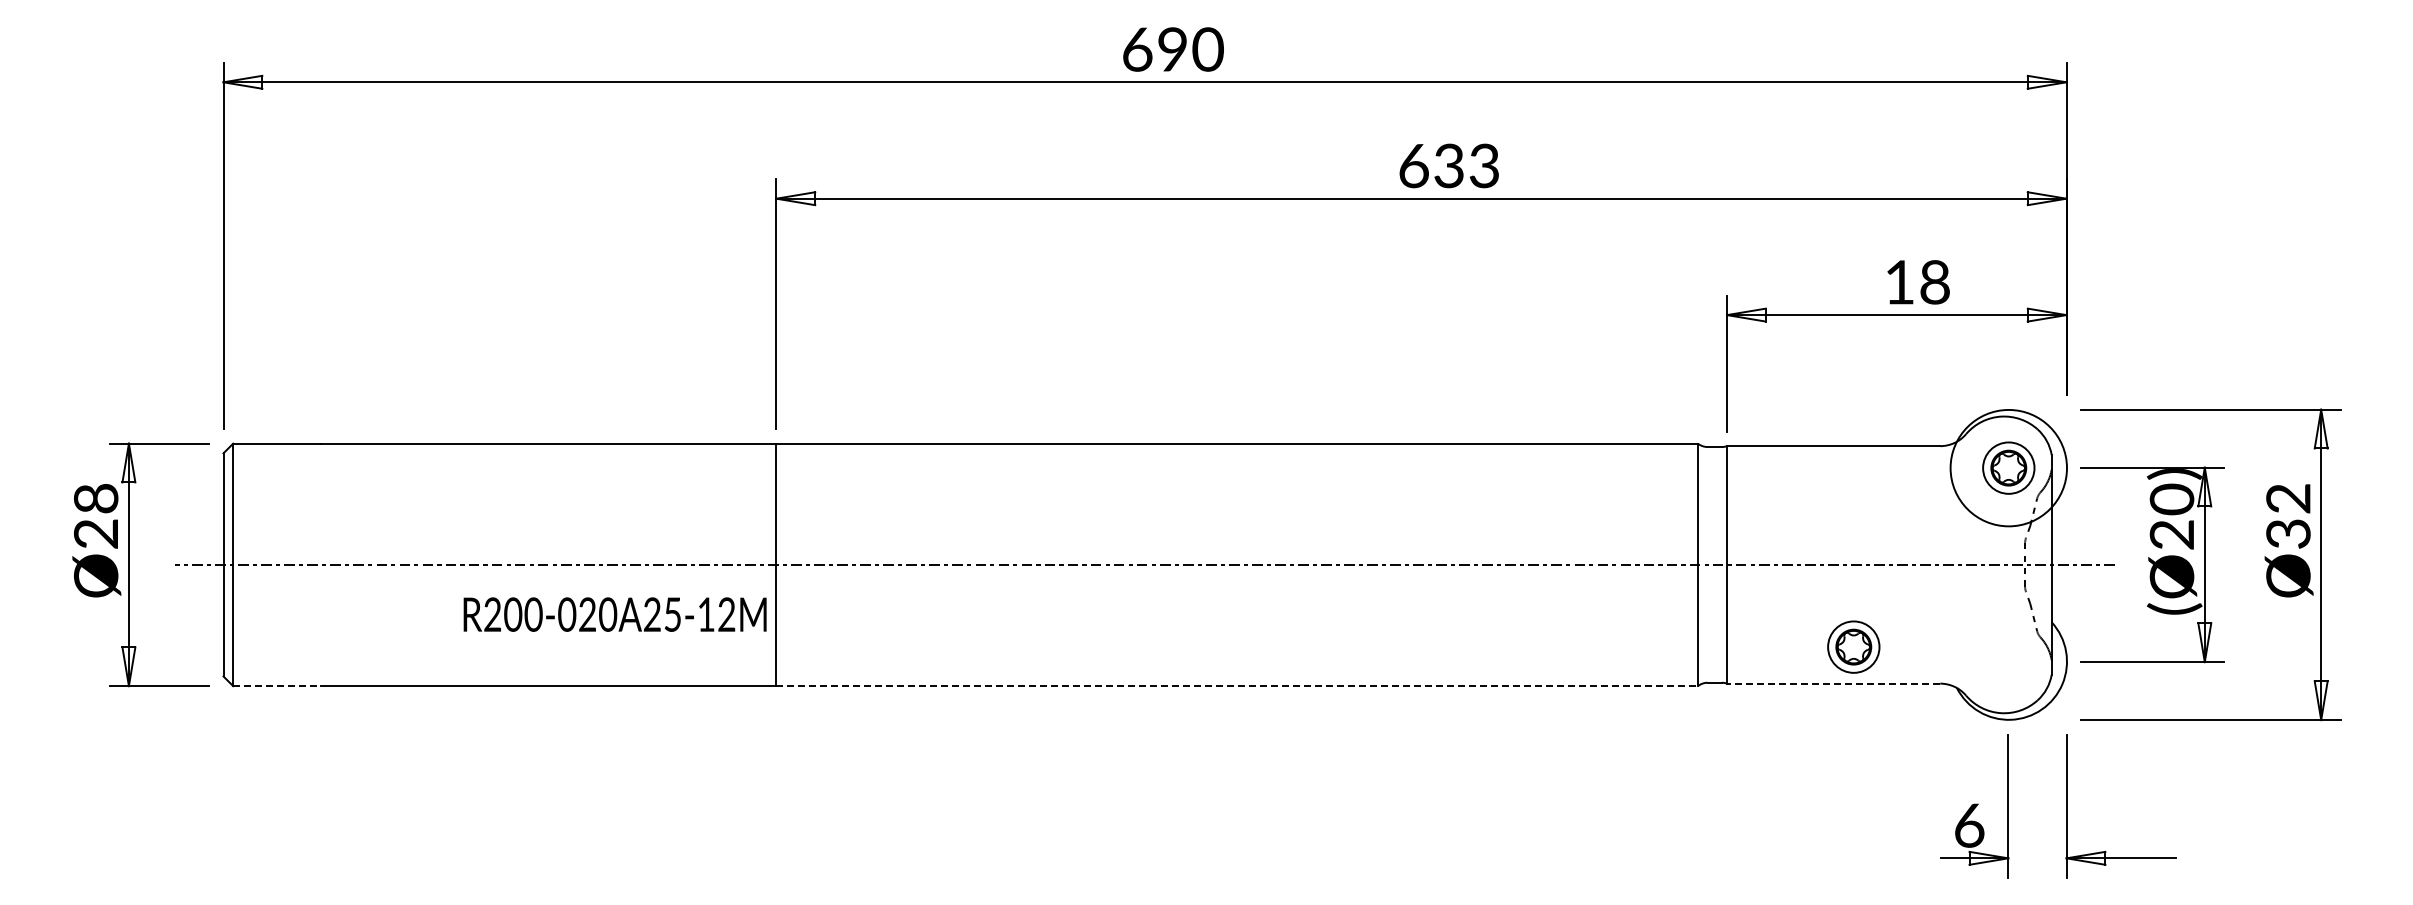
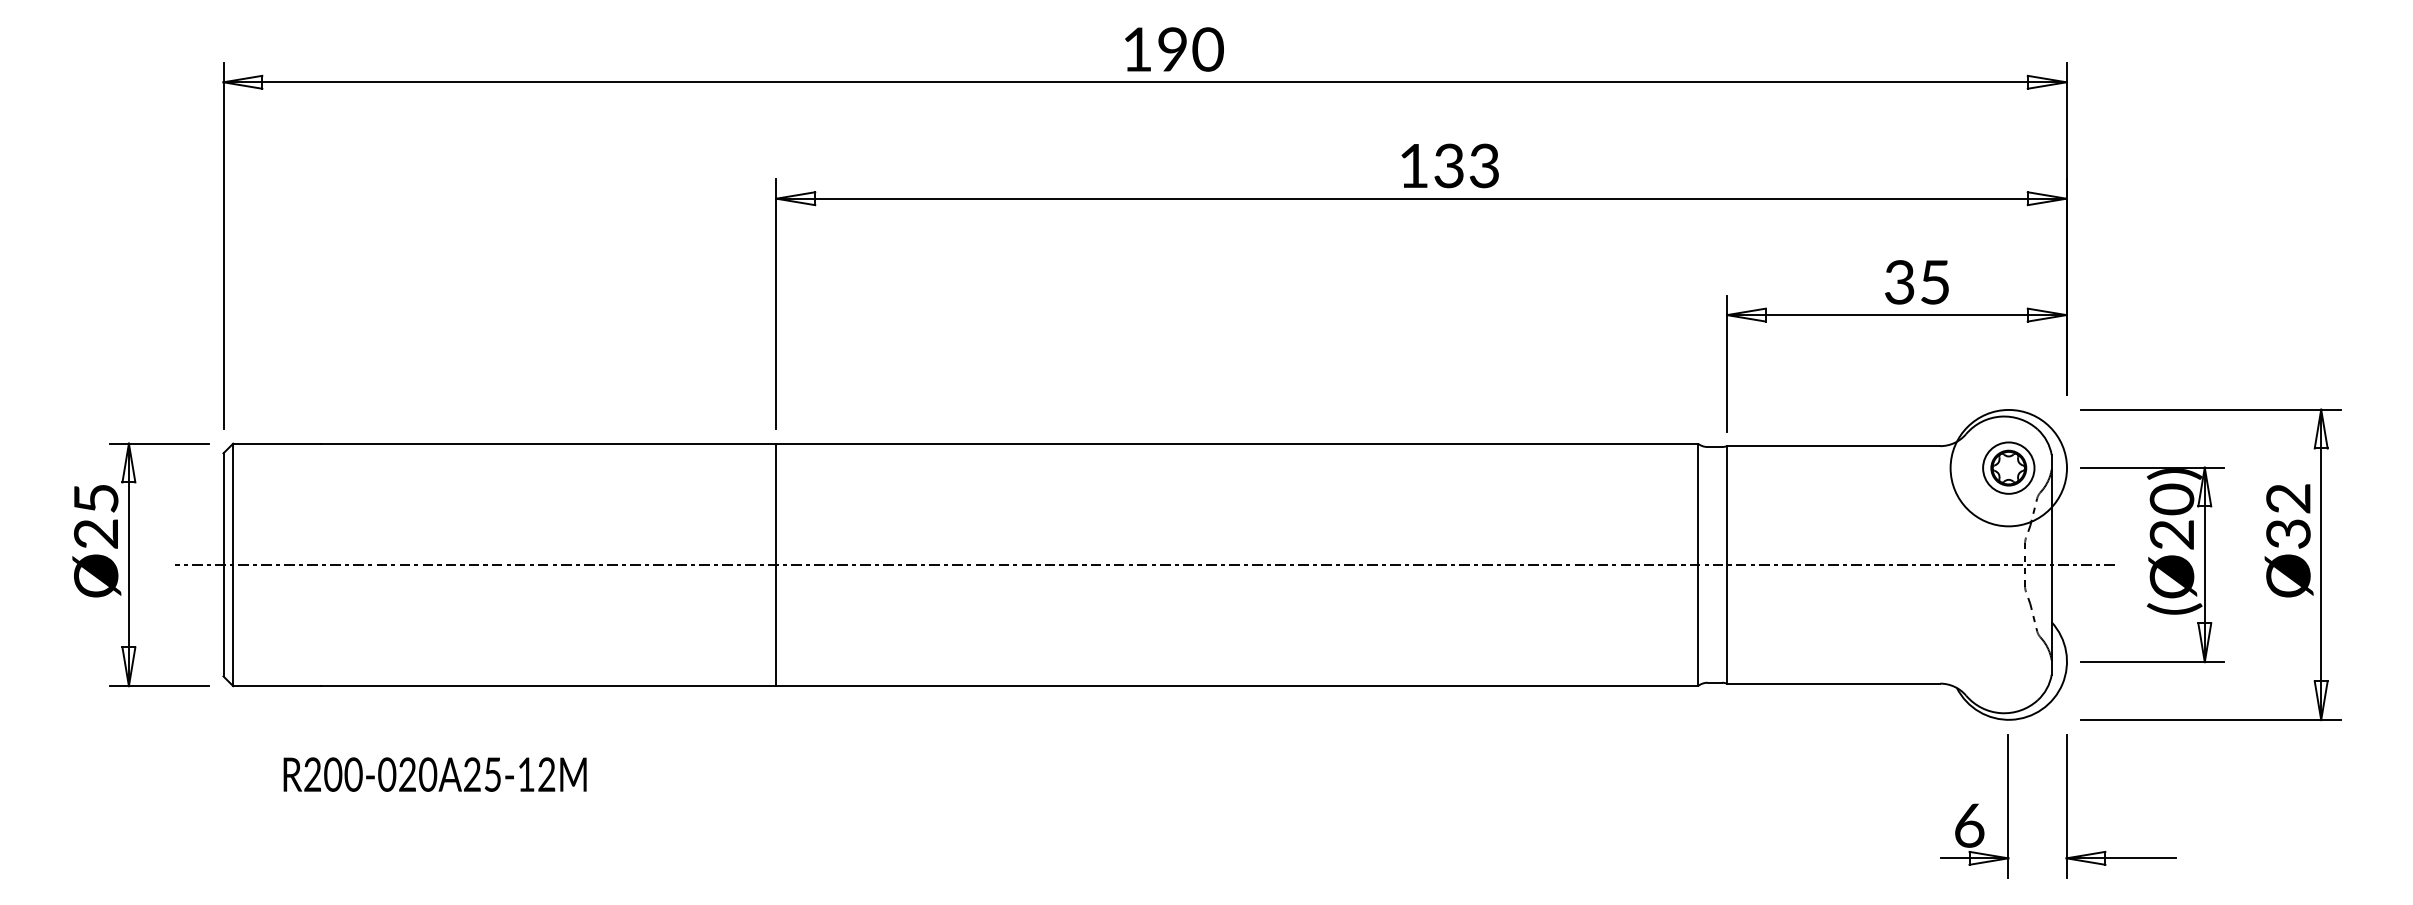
text at (1137, 49): 690 -> 190
text at (1413, 166): 633 -> 133
text at (1917, 282): 18 -> 35
text at (96, 498): Ø28 -> Ø25
text at (614, 614) position: (614, 614) -> (434, 774)
part at (1853, 646): present -> none
line at (1833, 683): dashed -> solid
line at (276, 686): dashed -> solid
line at (1237, 686): dashed -> solid
